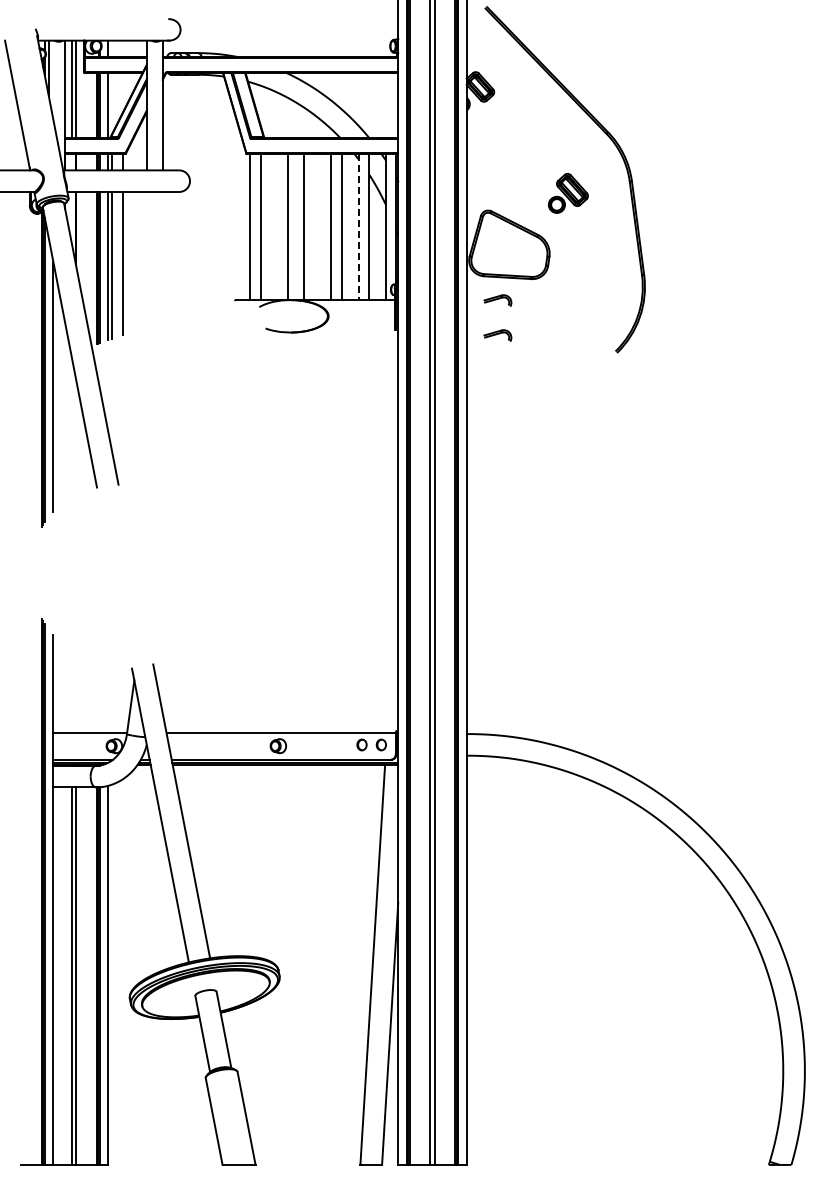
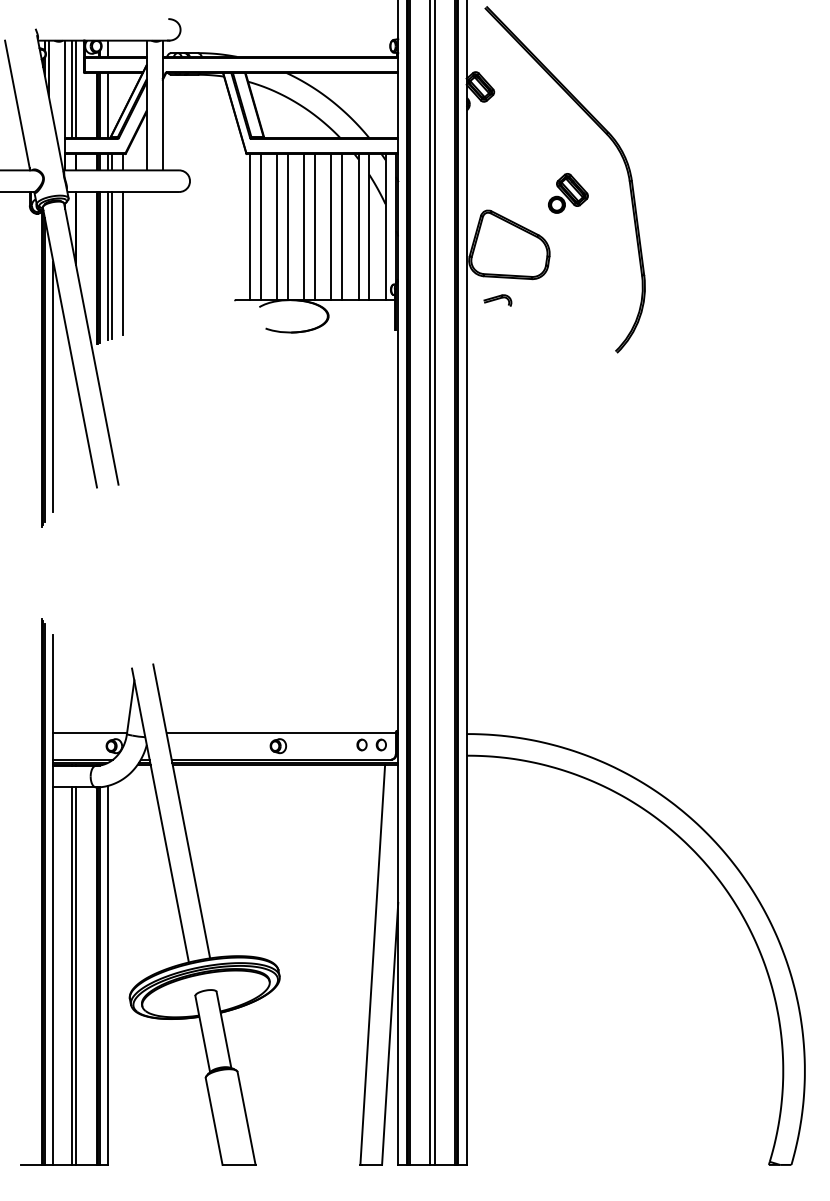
line at (277, 227): none -> present
line at (315, 227): none -> present
line at (358, 227): dashed -> solid
part at (497, 335): present -> none
